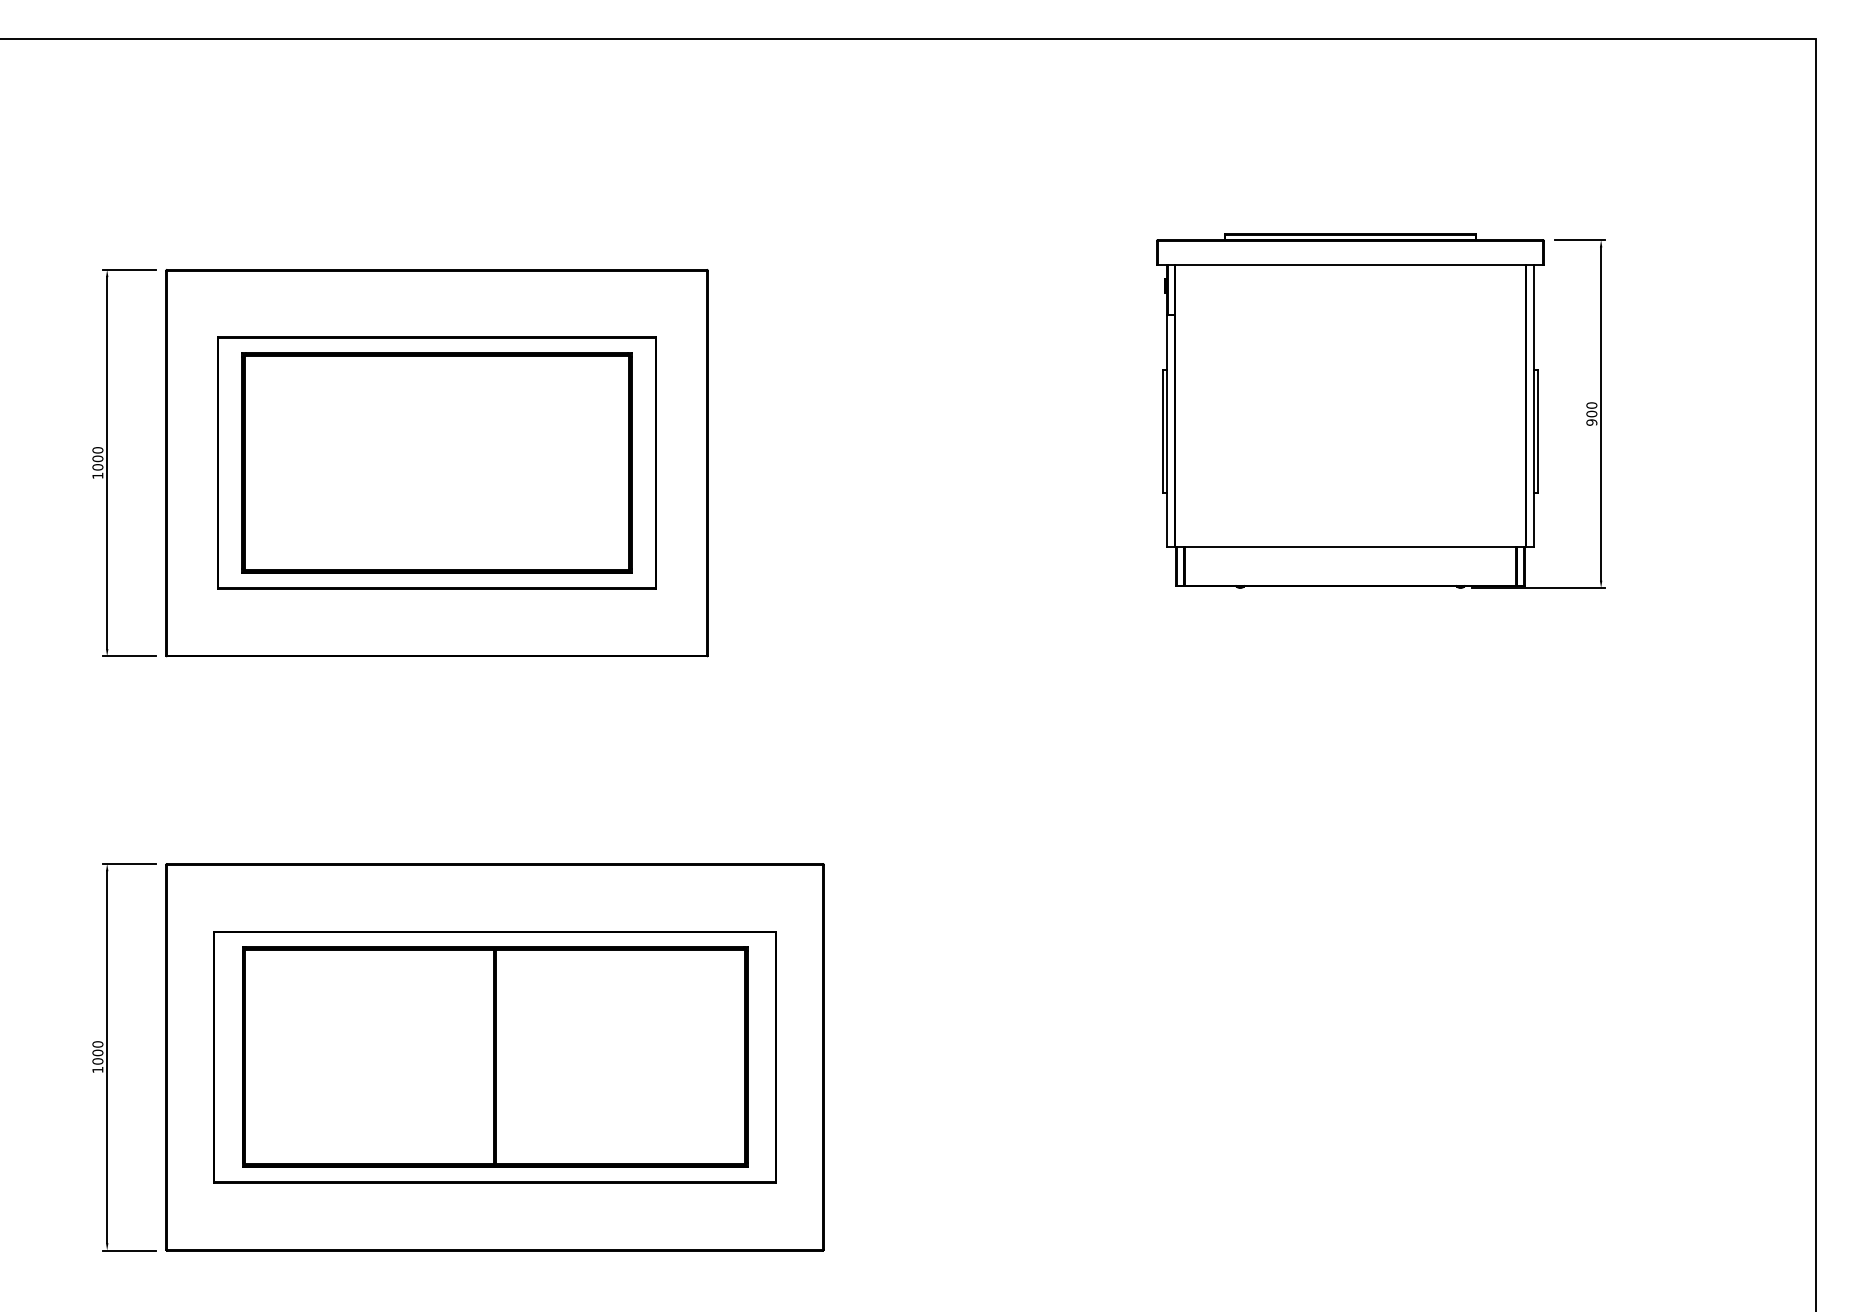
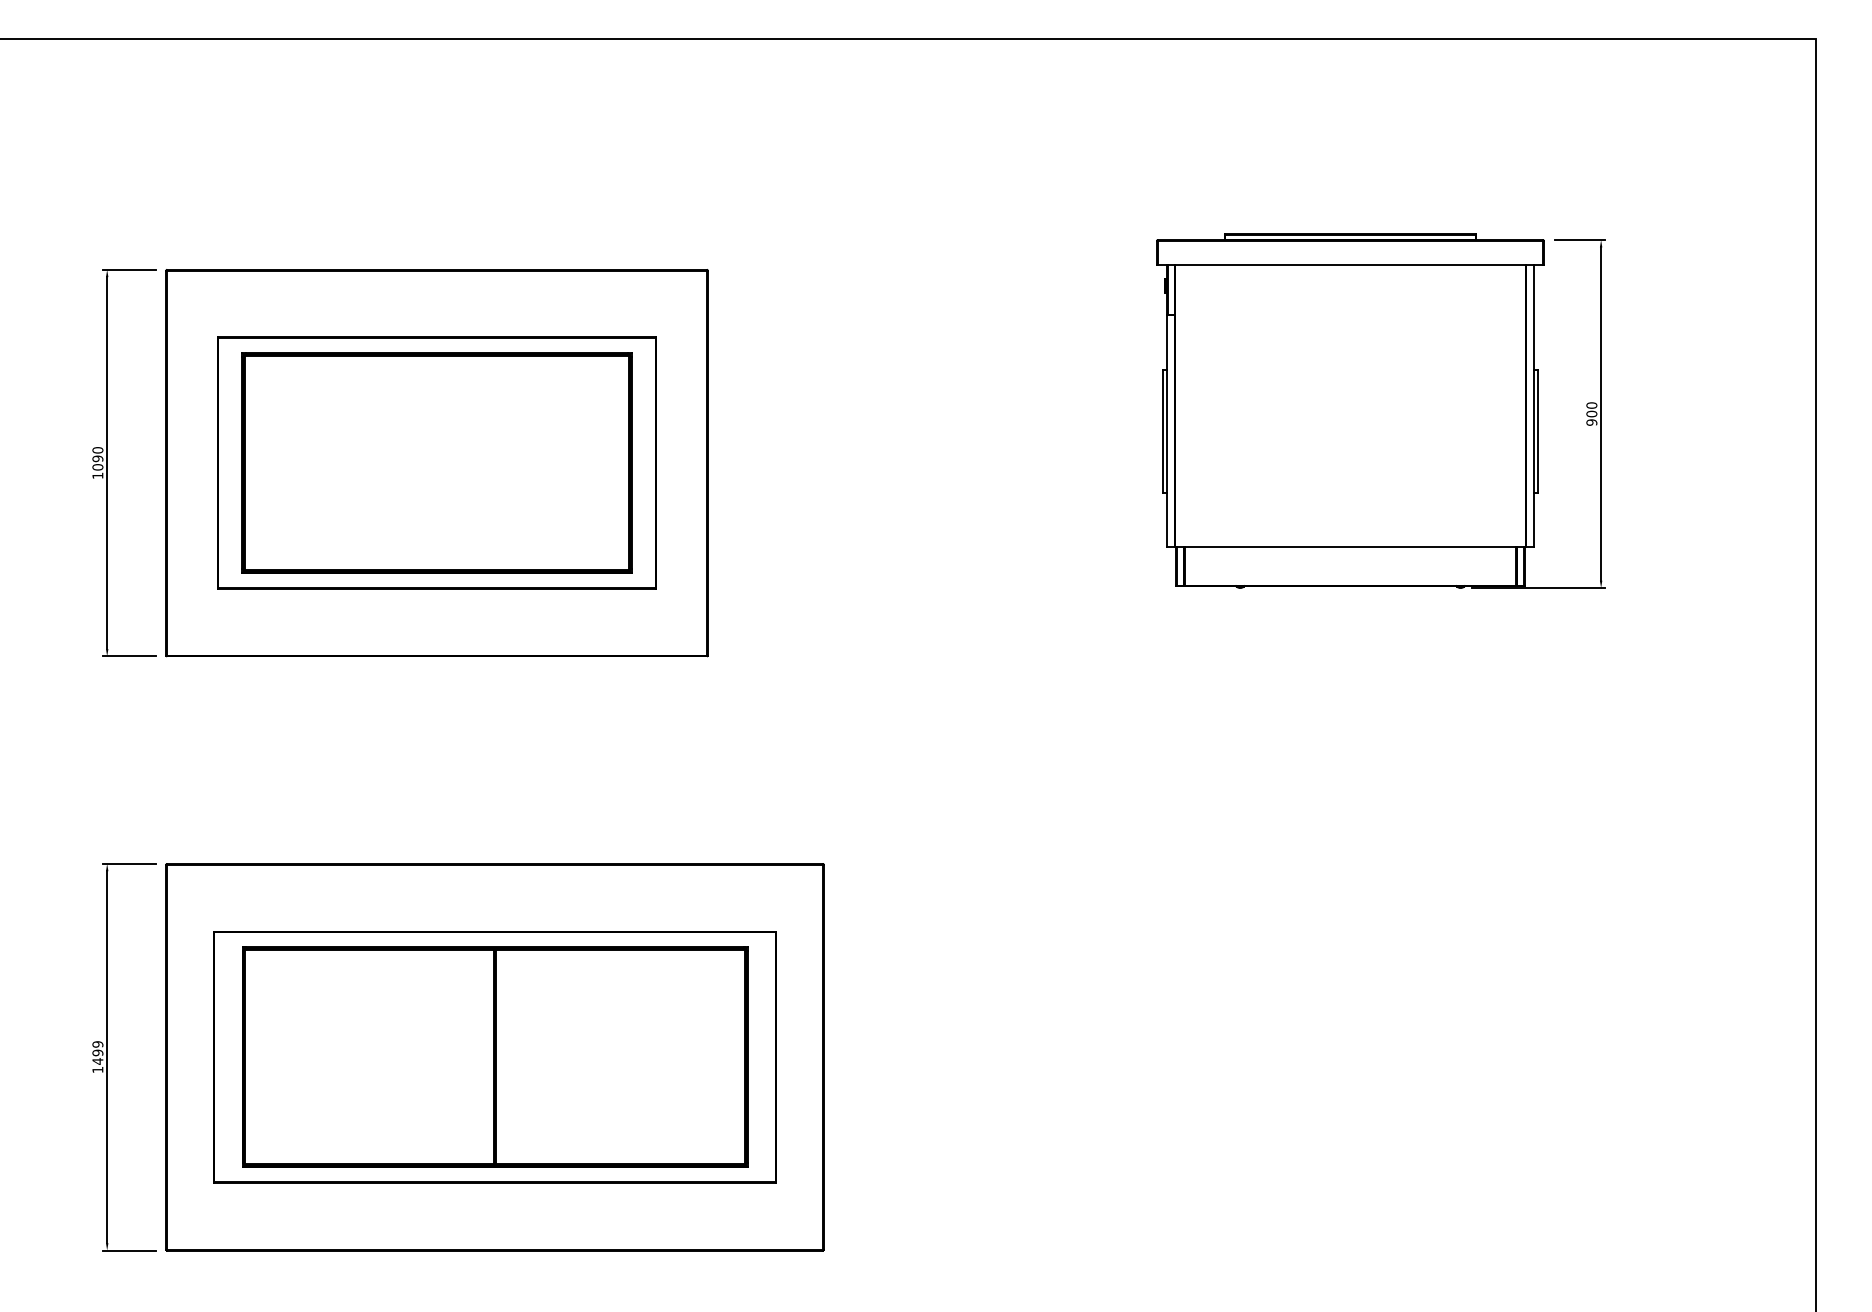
text at (97, 458): 1000 -> 1090
text at (97, 1052): 1000 -> 1499
